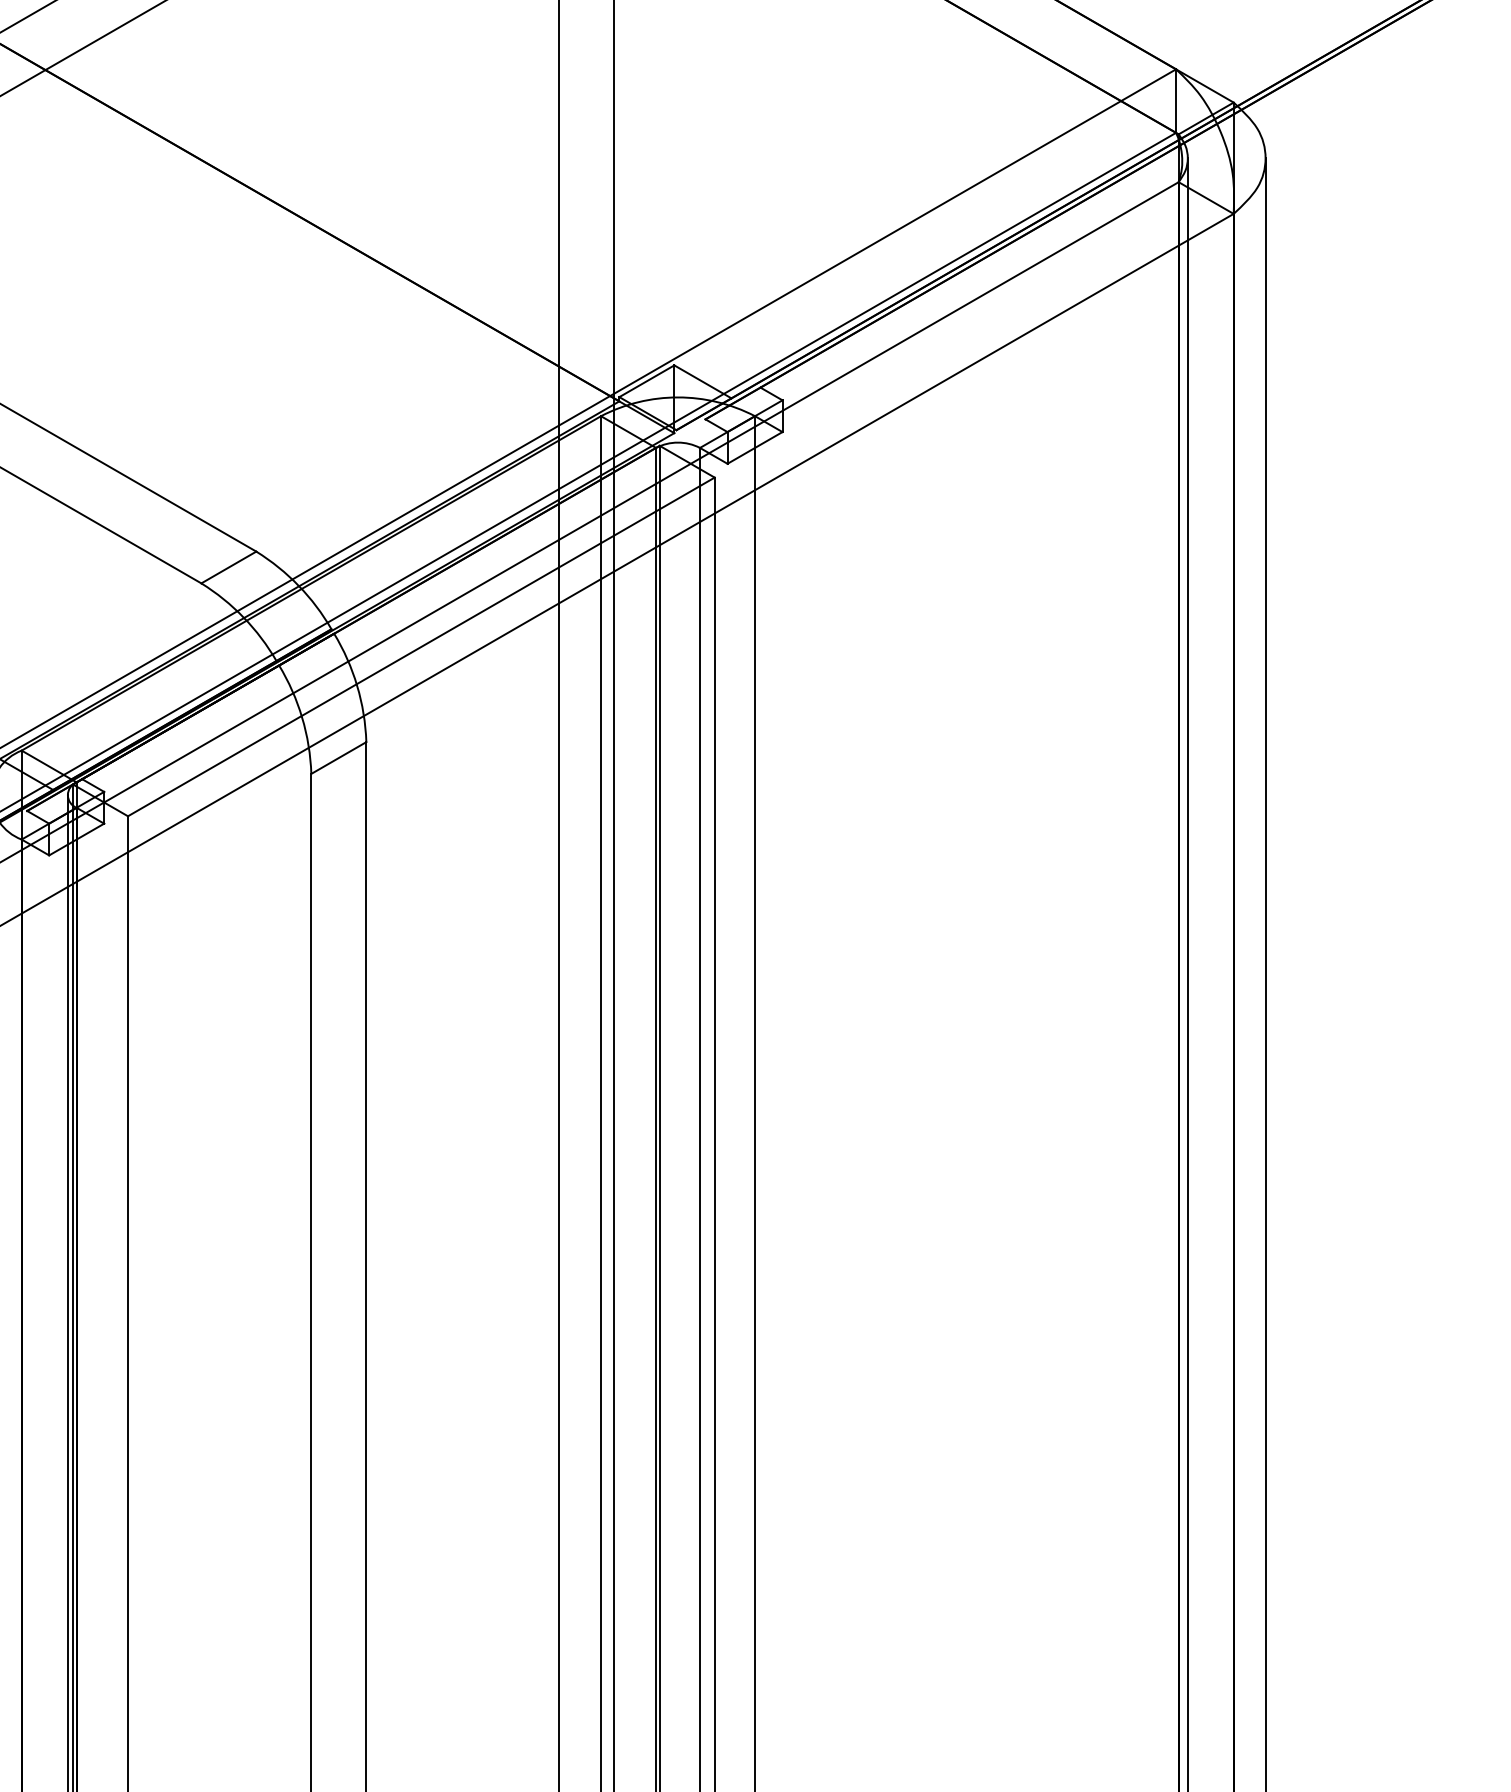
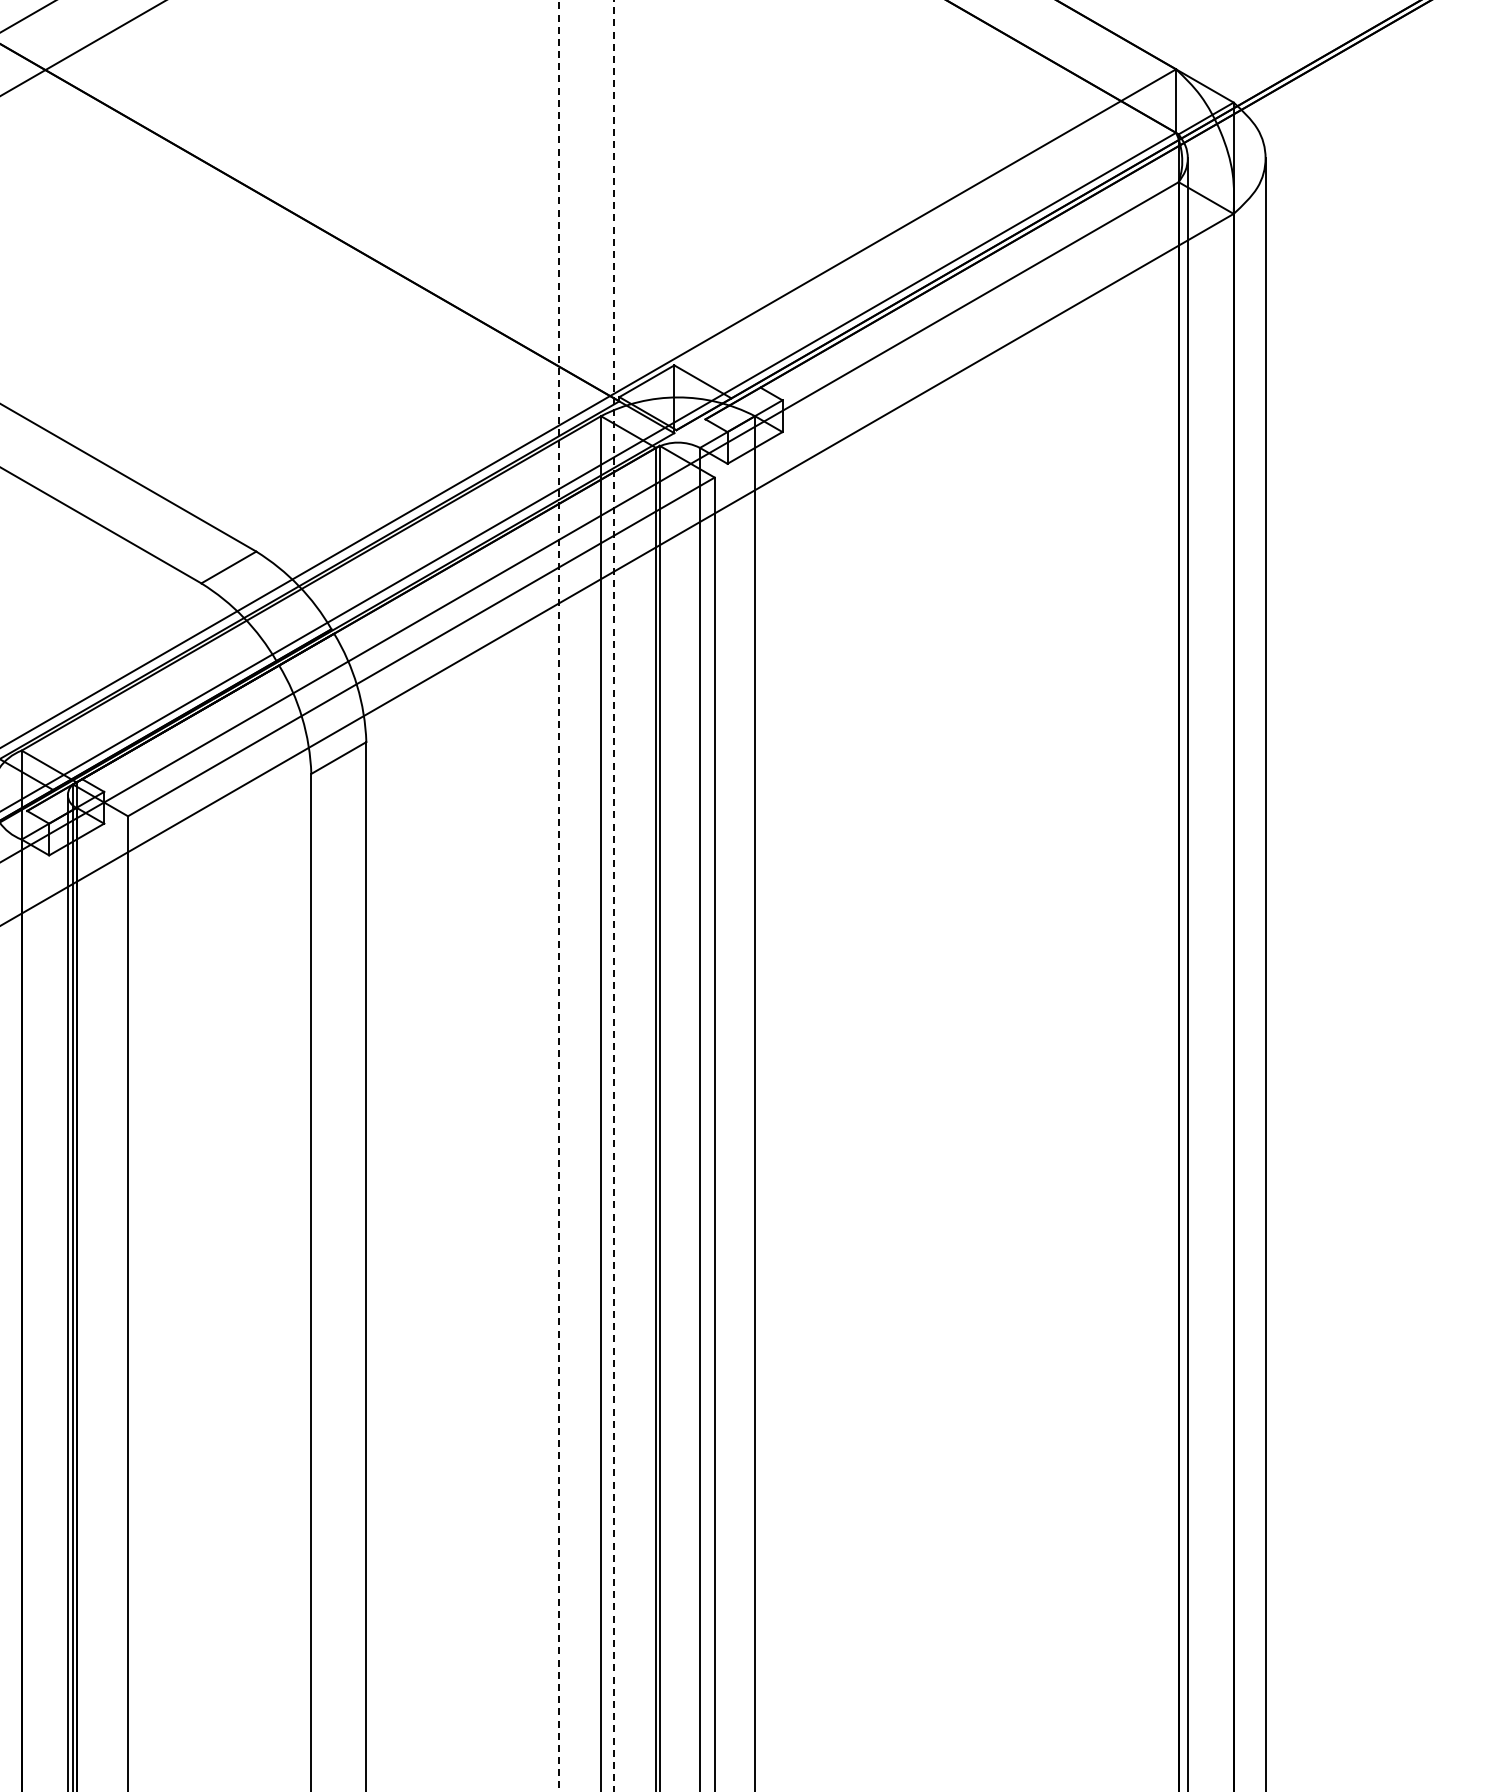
line at (559, 895): solid -> dashed
line at (613, 895): solid -> dashed
